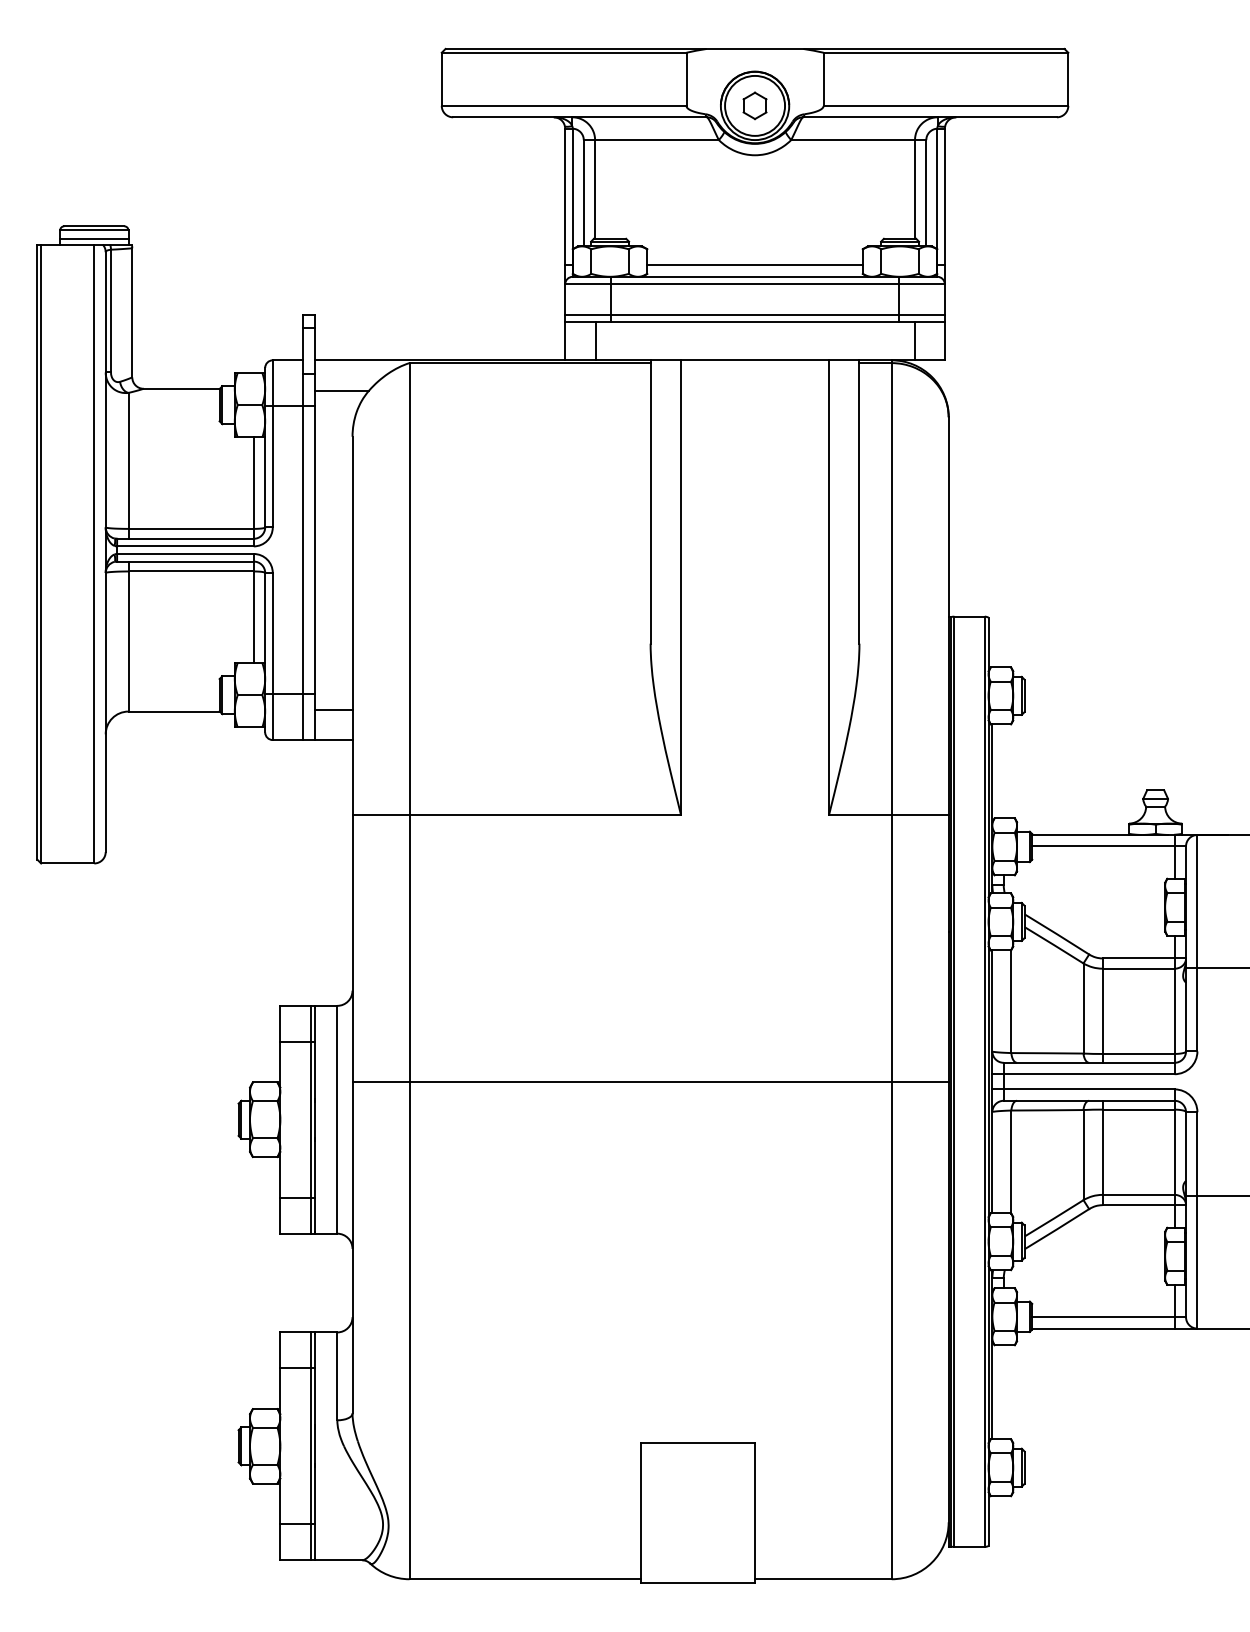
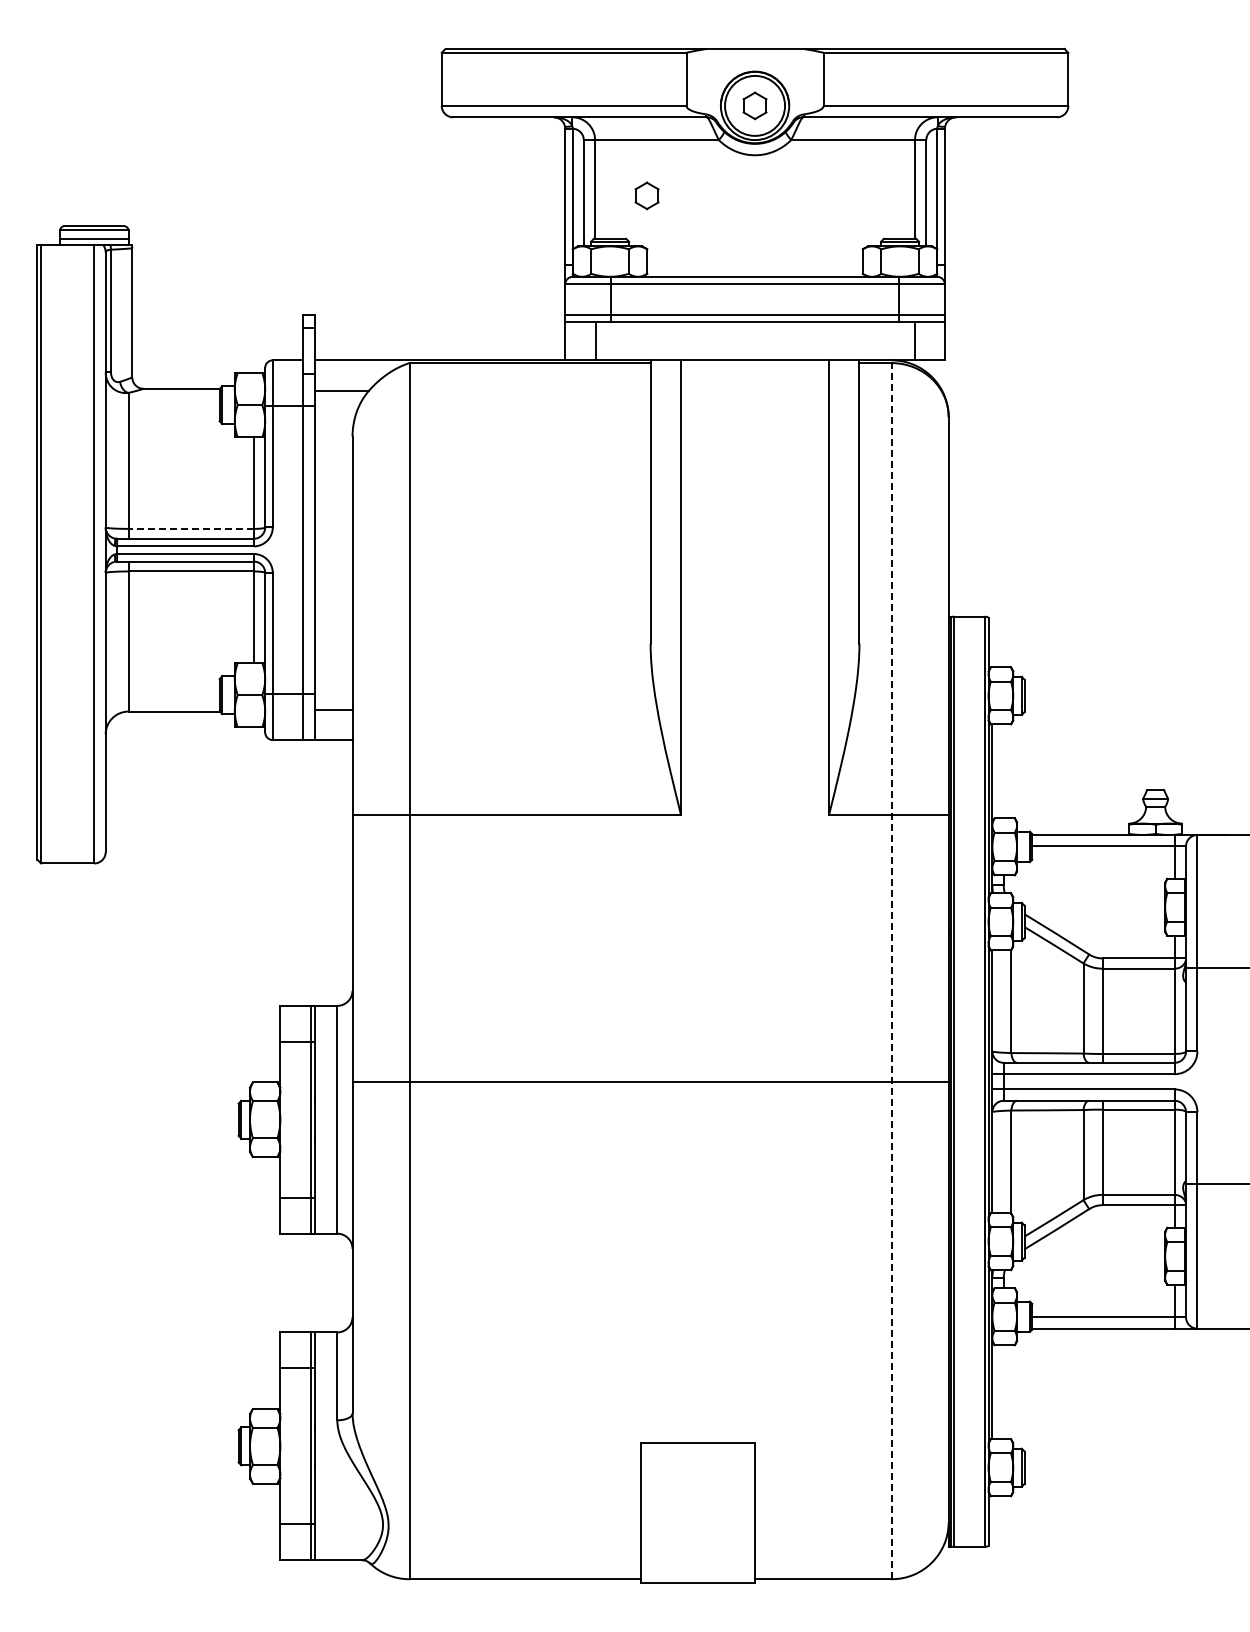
part at (646, 195): none -> present
line at (754, 265): present -> none
line at (191, 528): solid -> dashed
line at (891, 969): solid -> dashed
line at (1216, 1195) position: (1216, 1195) -> (1216, 1183)
